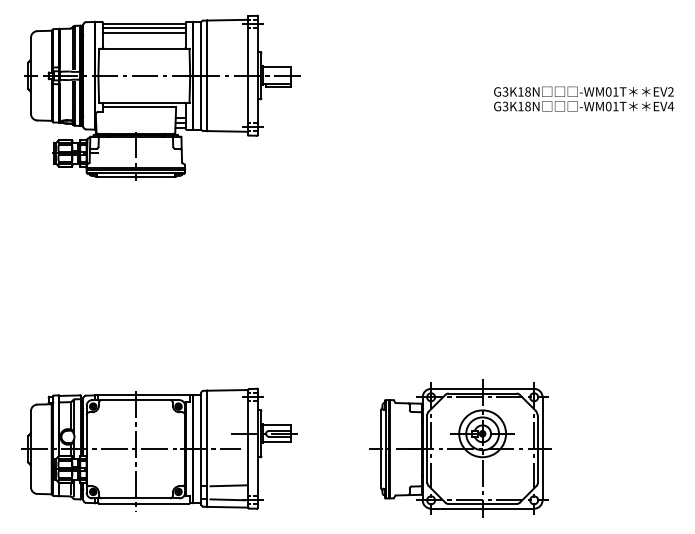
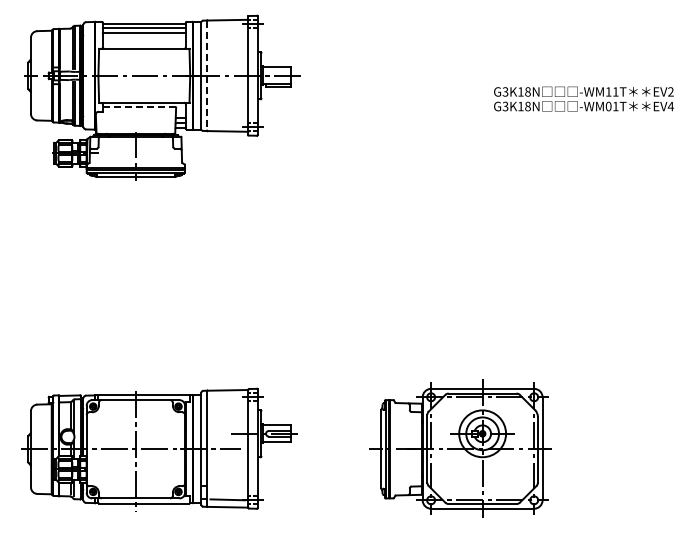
line at (207, 76): solid -> dashed
text at (608, 91): -WM01T -> -WM11T
line at (139, 107): solid -> dashed
line at (228, 485): present -> none
